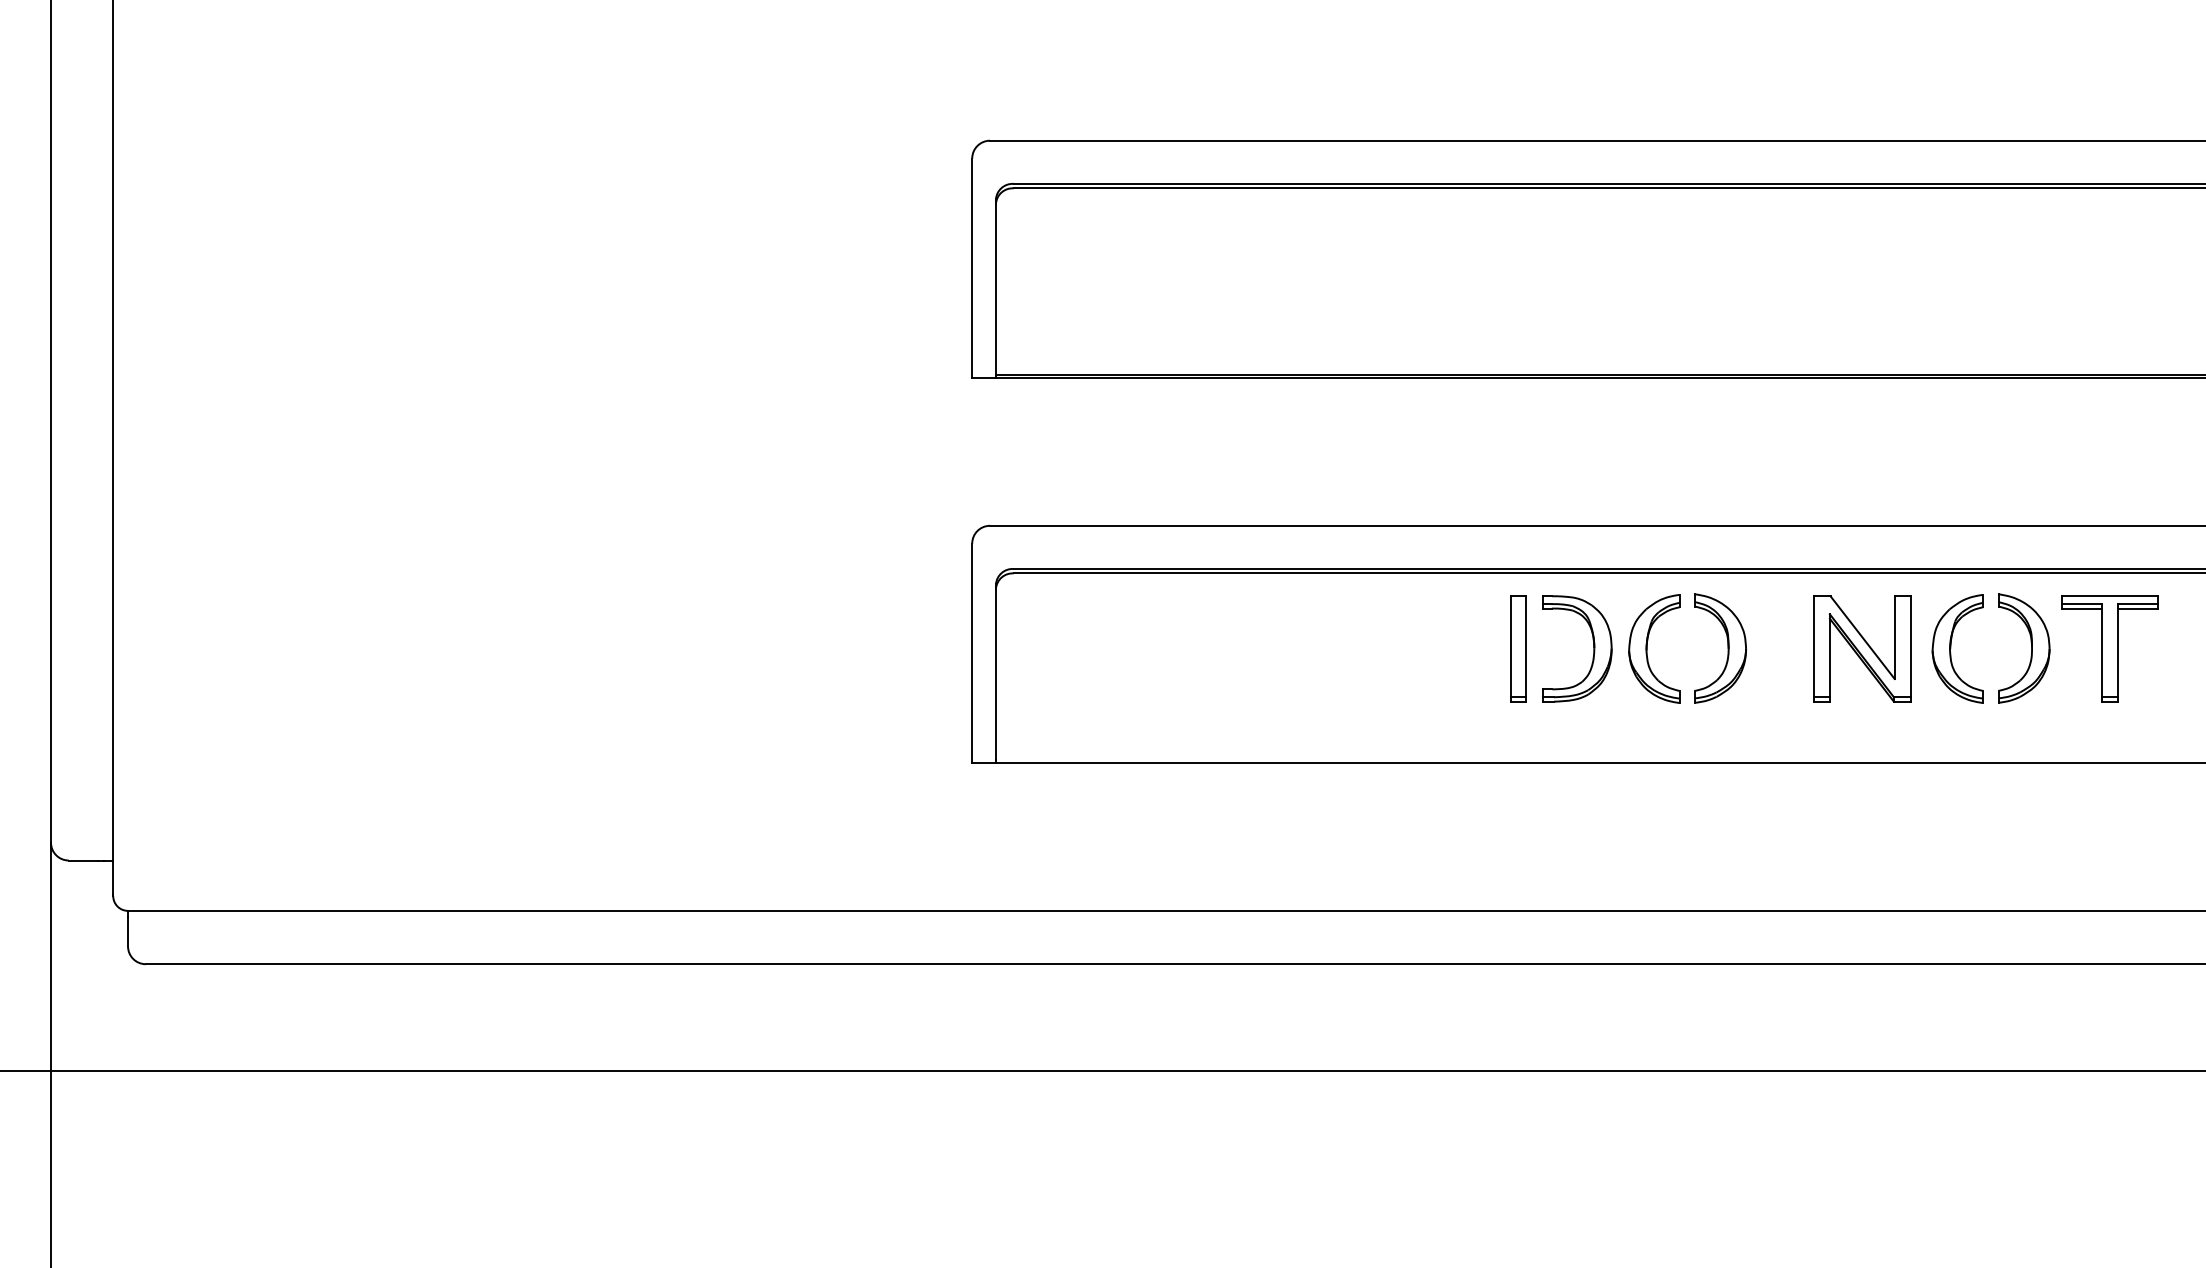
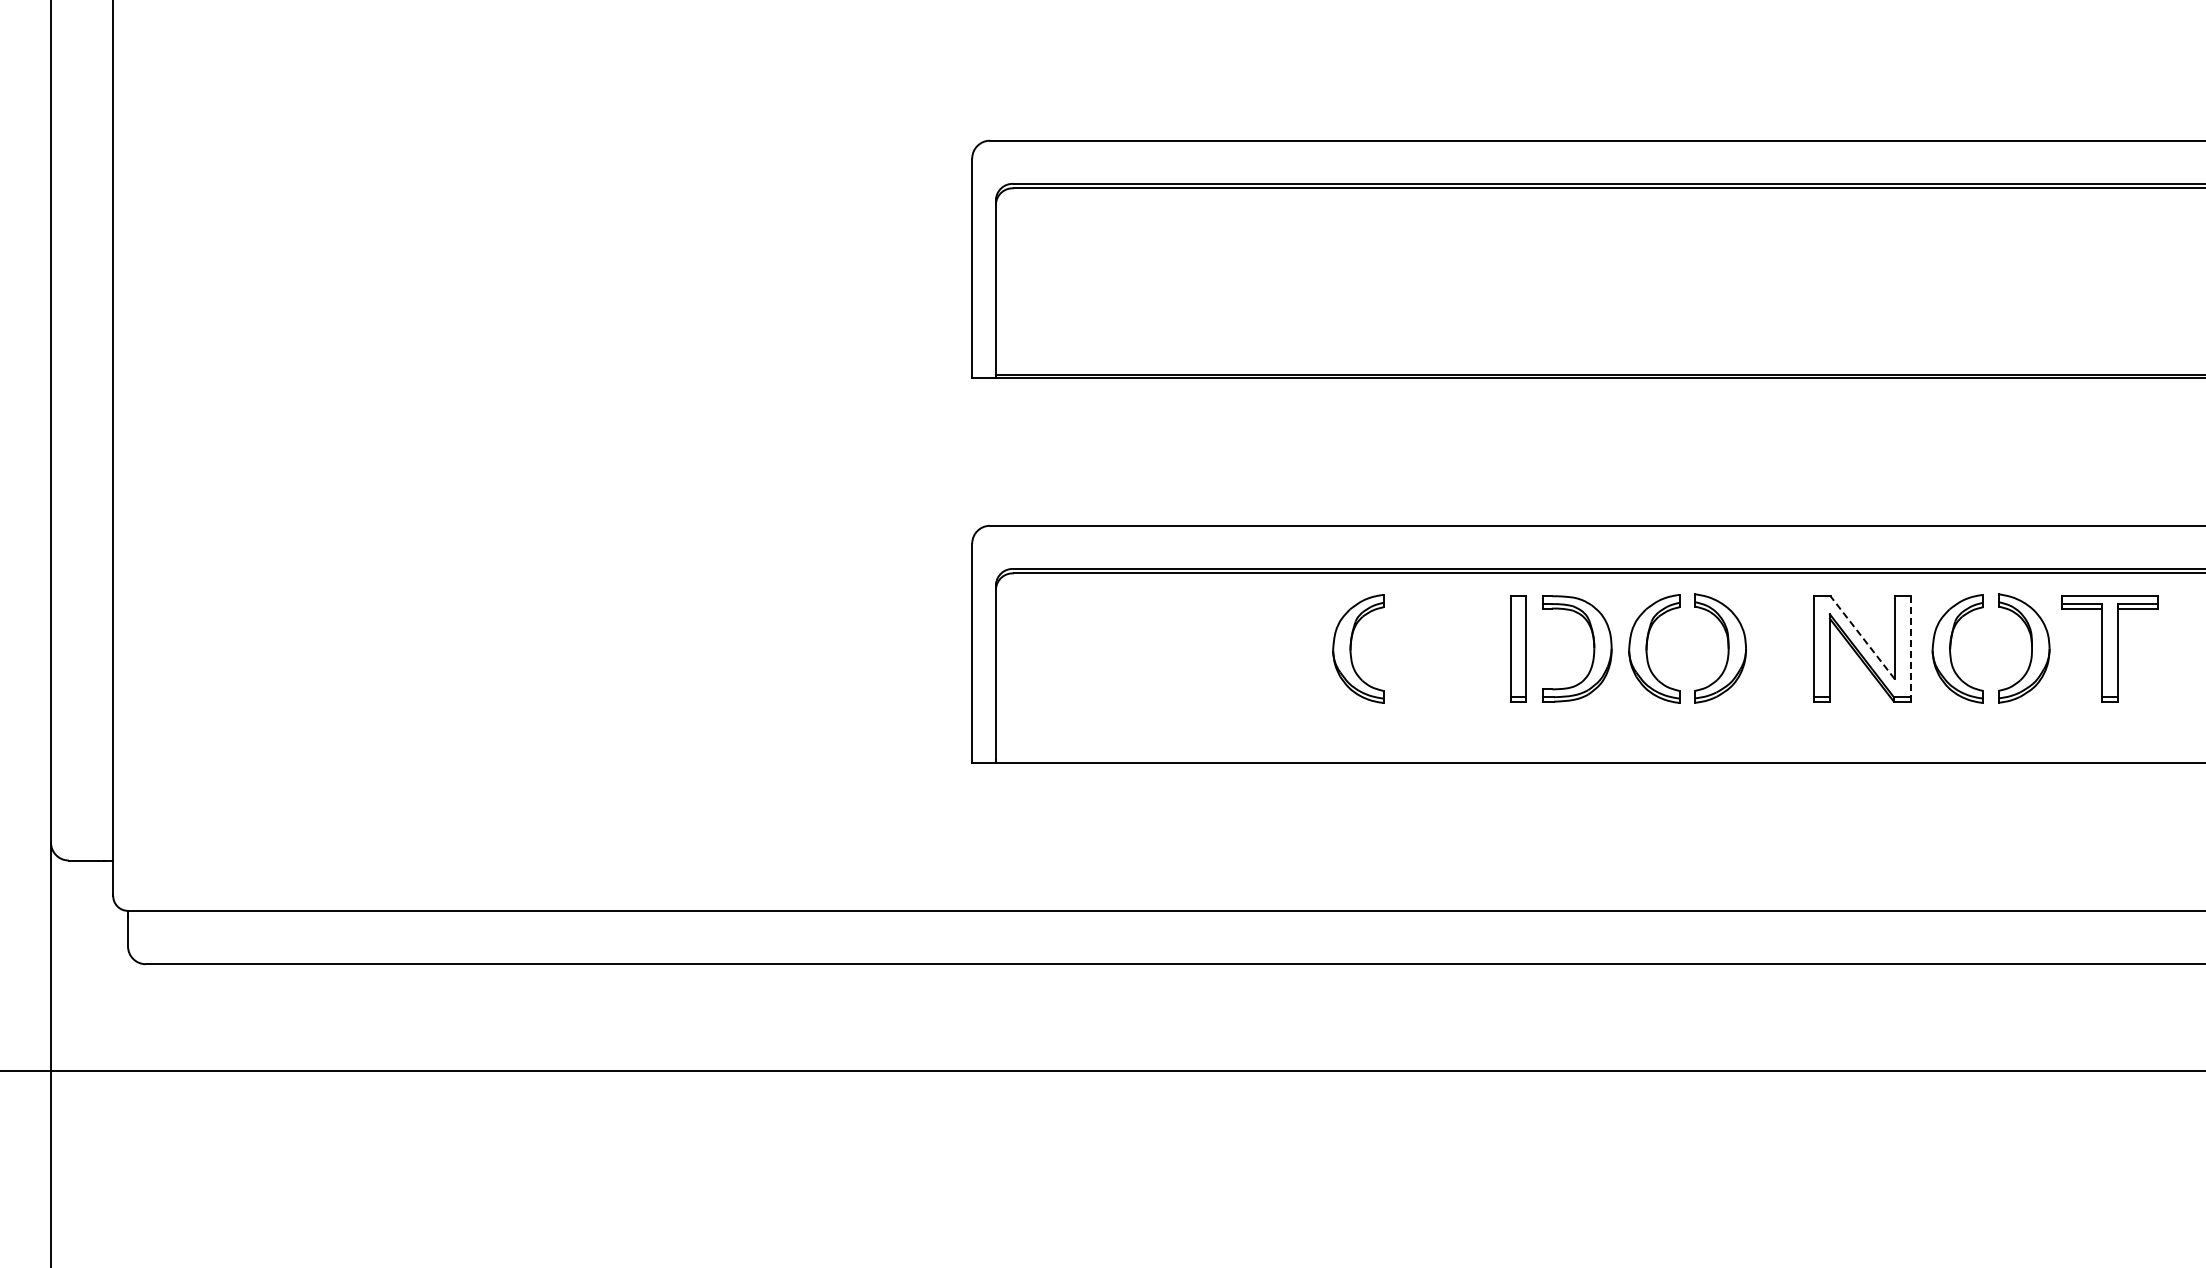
line at (1862, 637): solid -> dashed
part at (1351, 648): none -> present
line at (1910, 648): solid -> dashed
